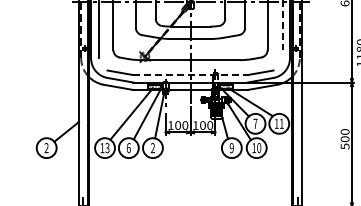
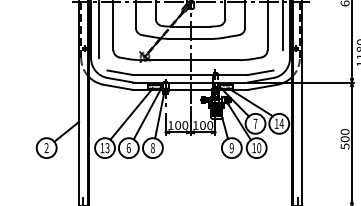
line at (282, 25): dashed -> solid
line at (191, 75): dashed -> solid
text at (281, 123): 11 -> 14
text at (152, 148): 2 -> 8
